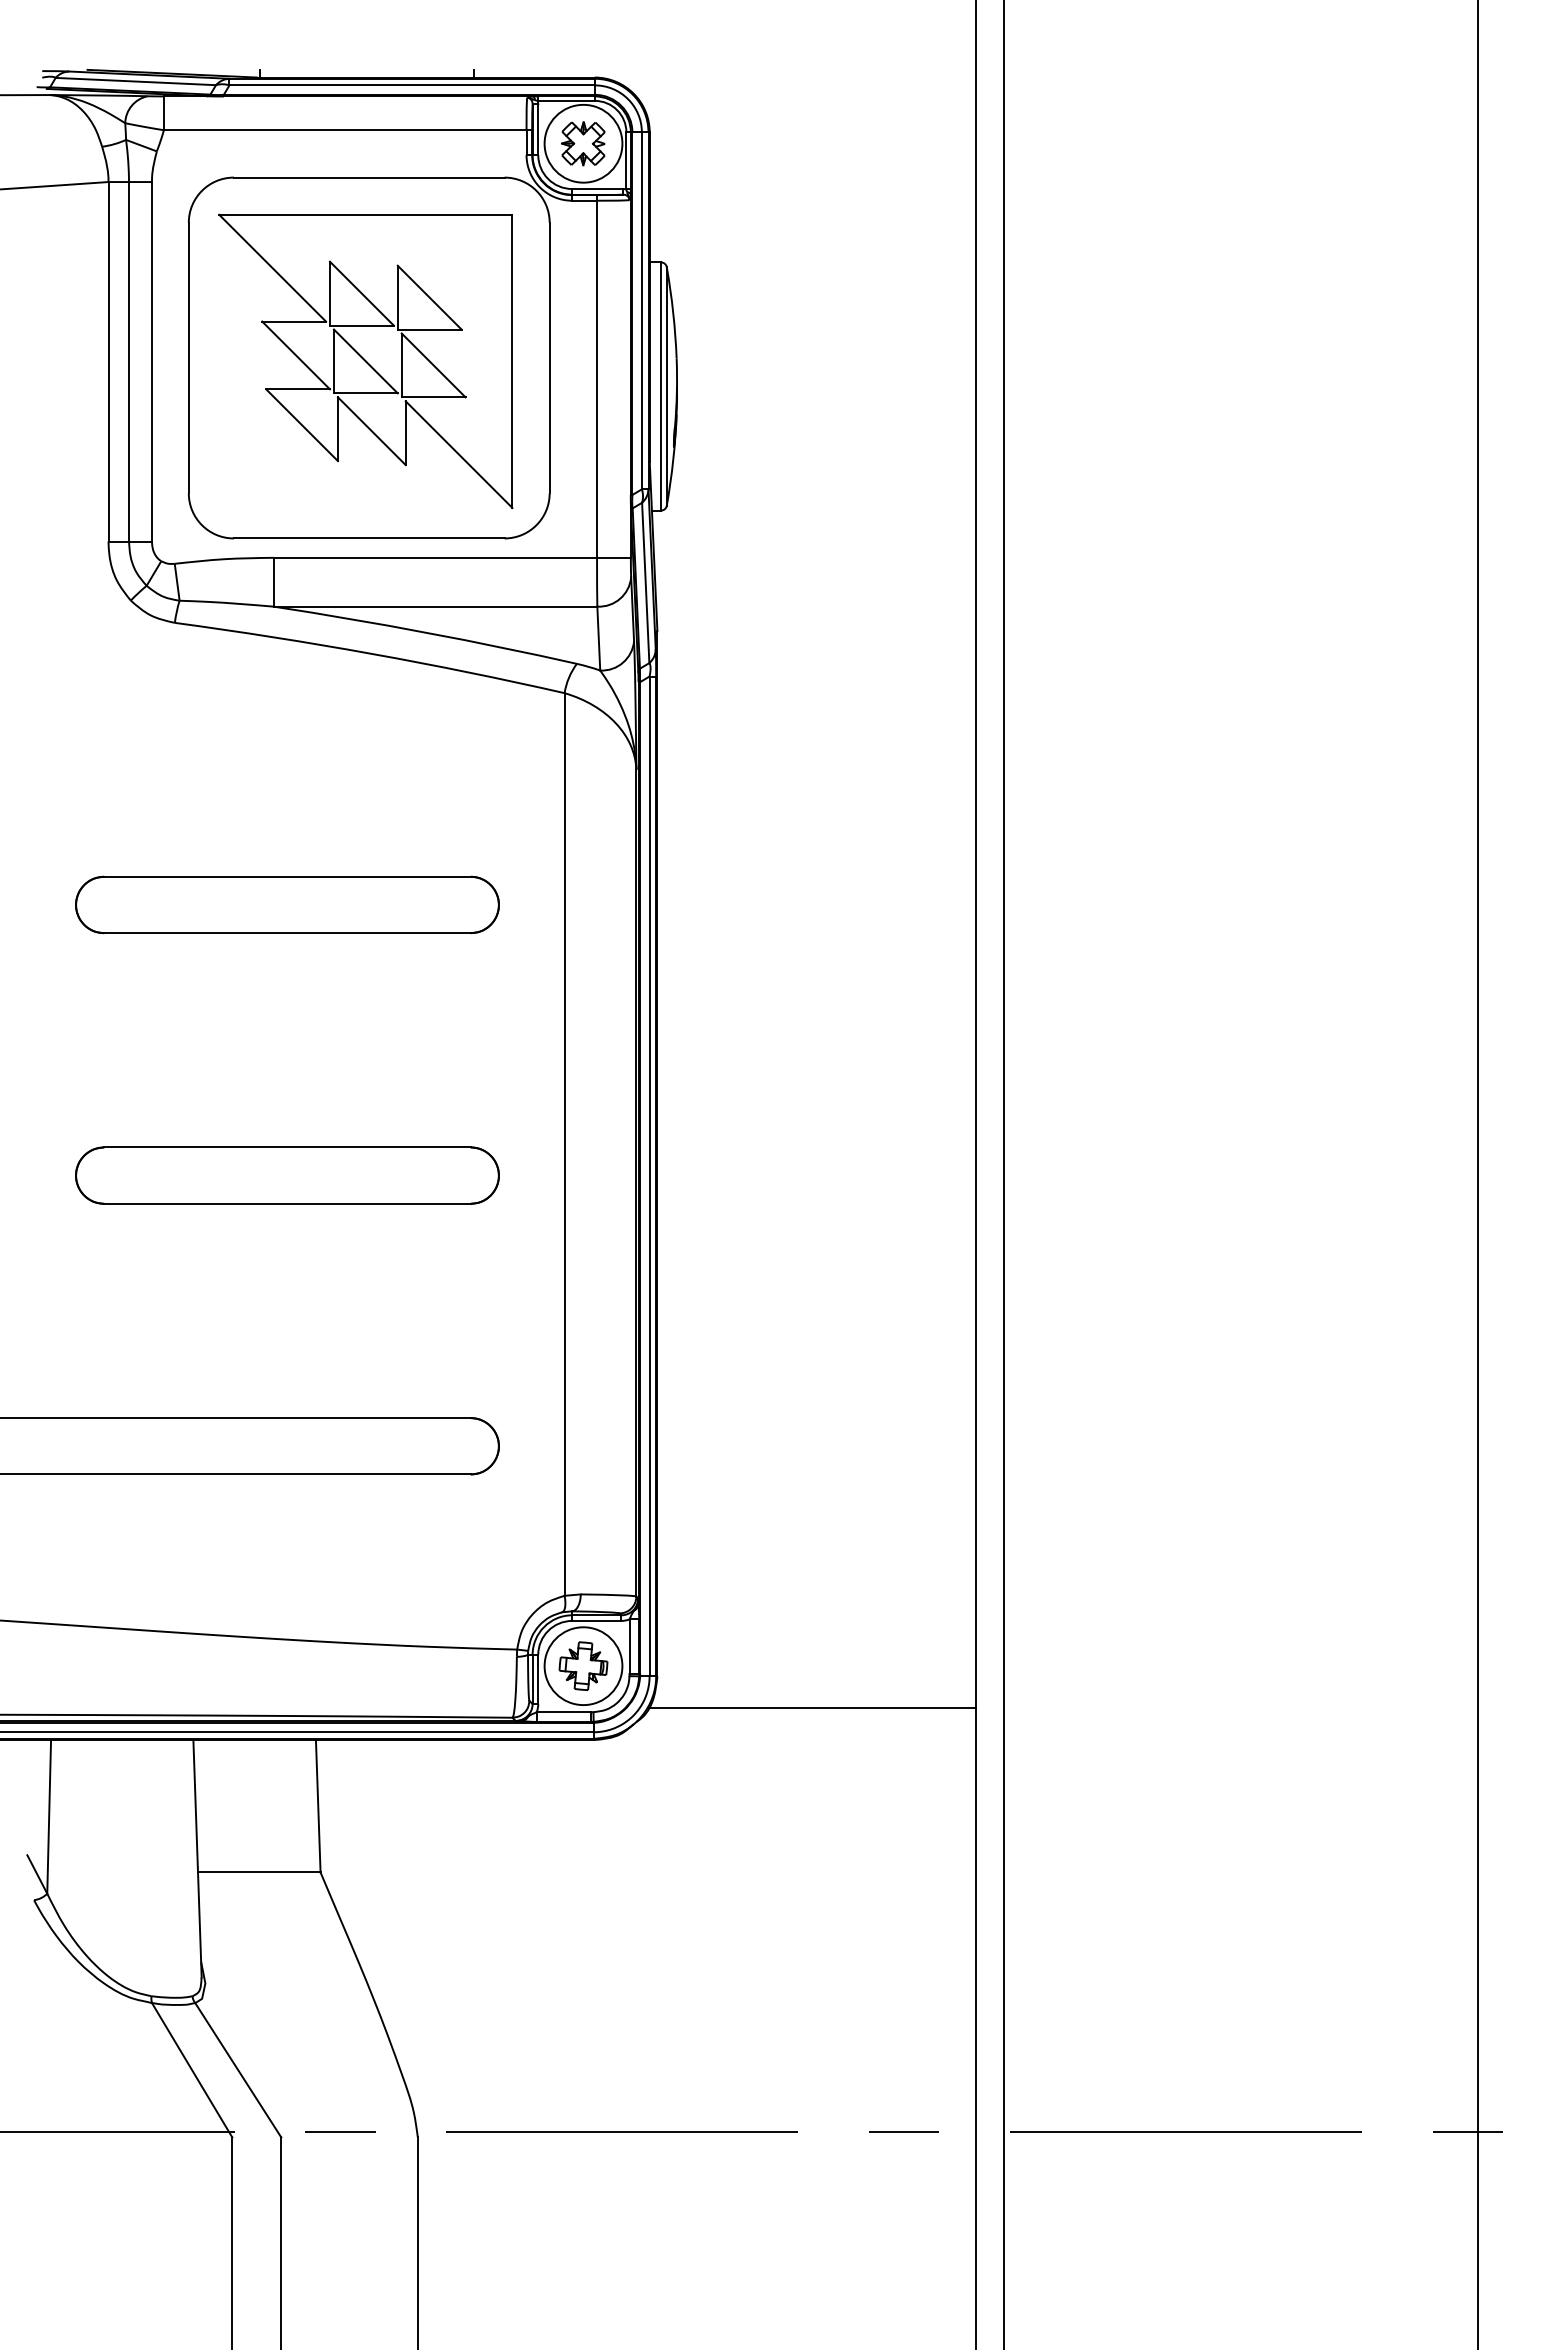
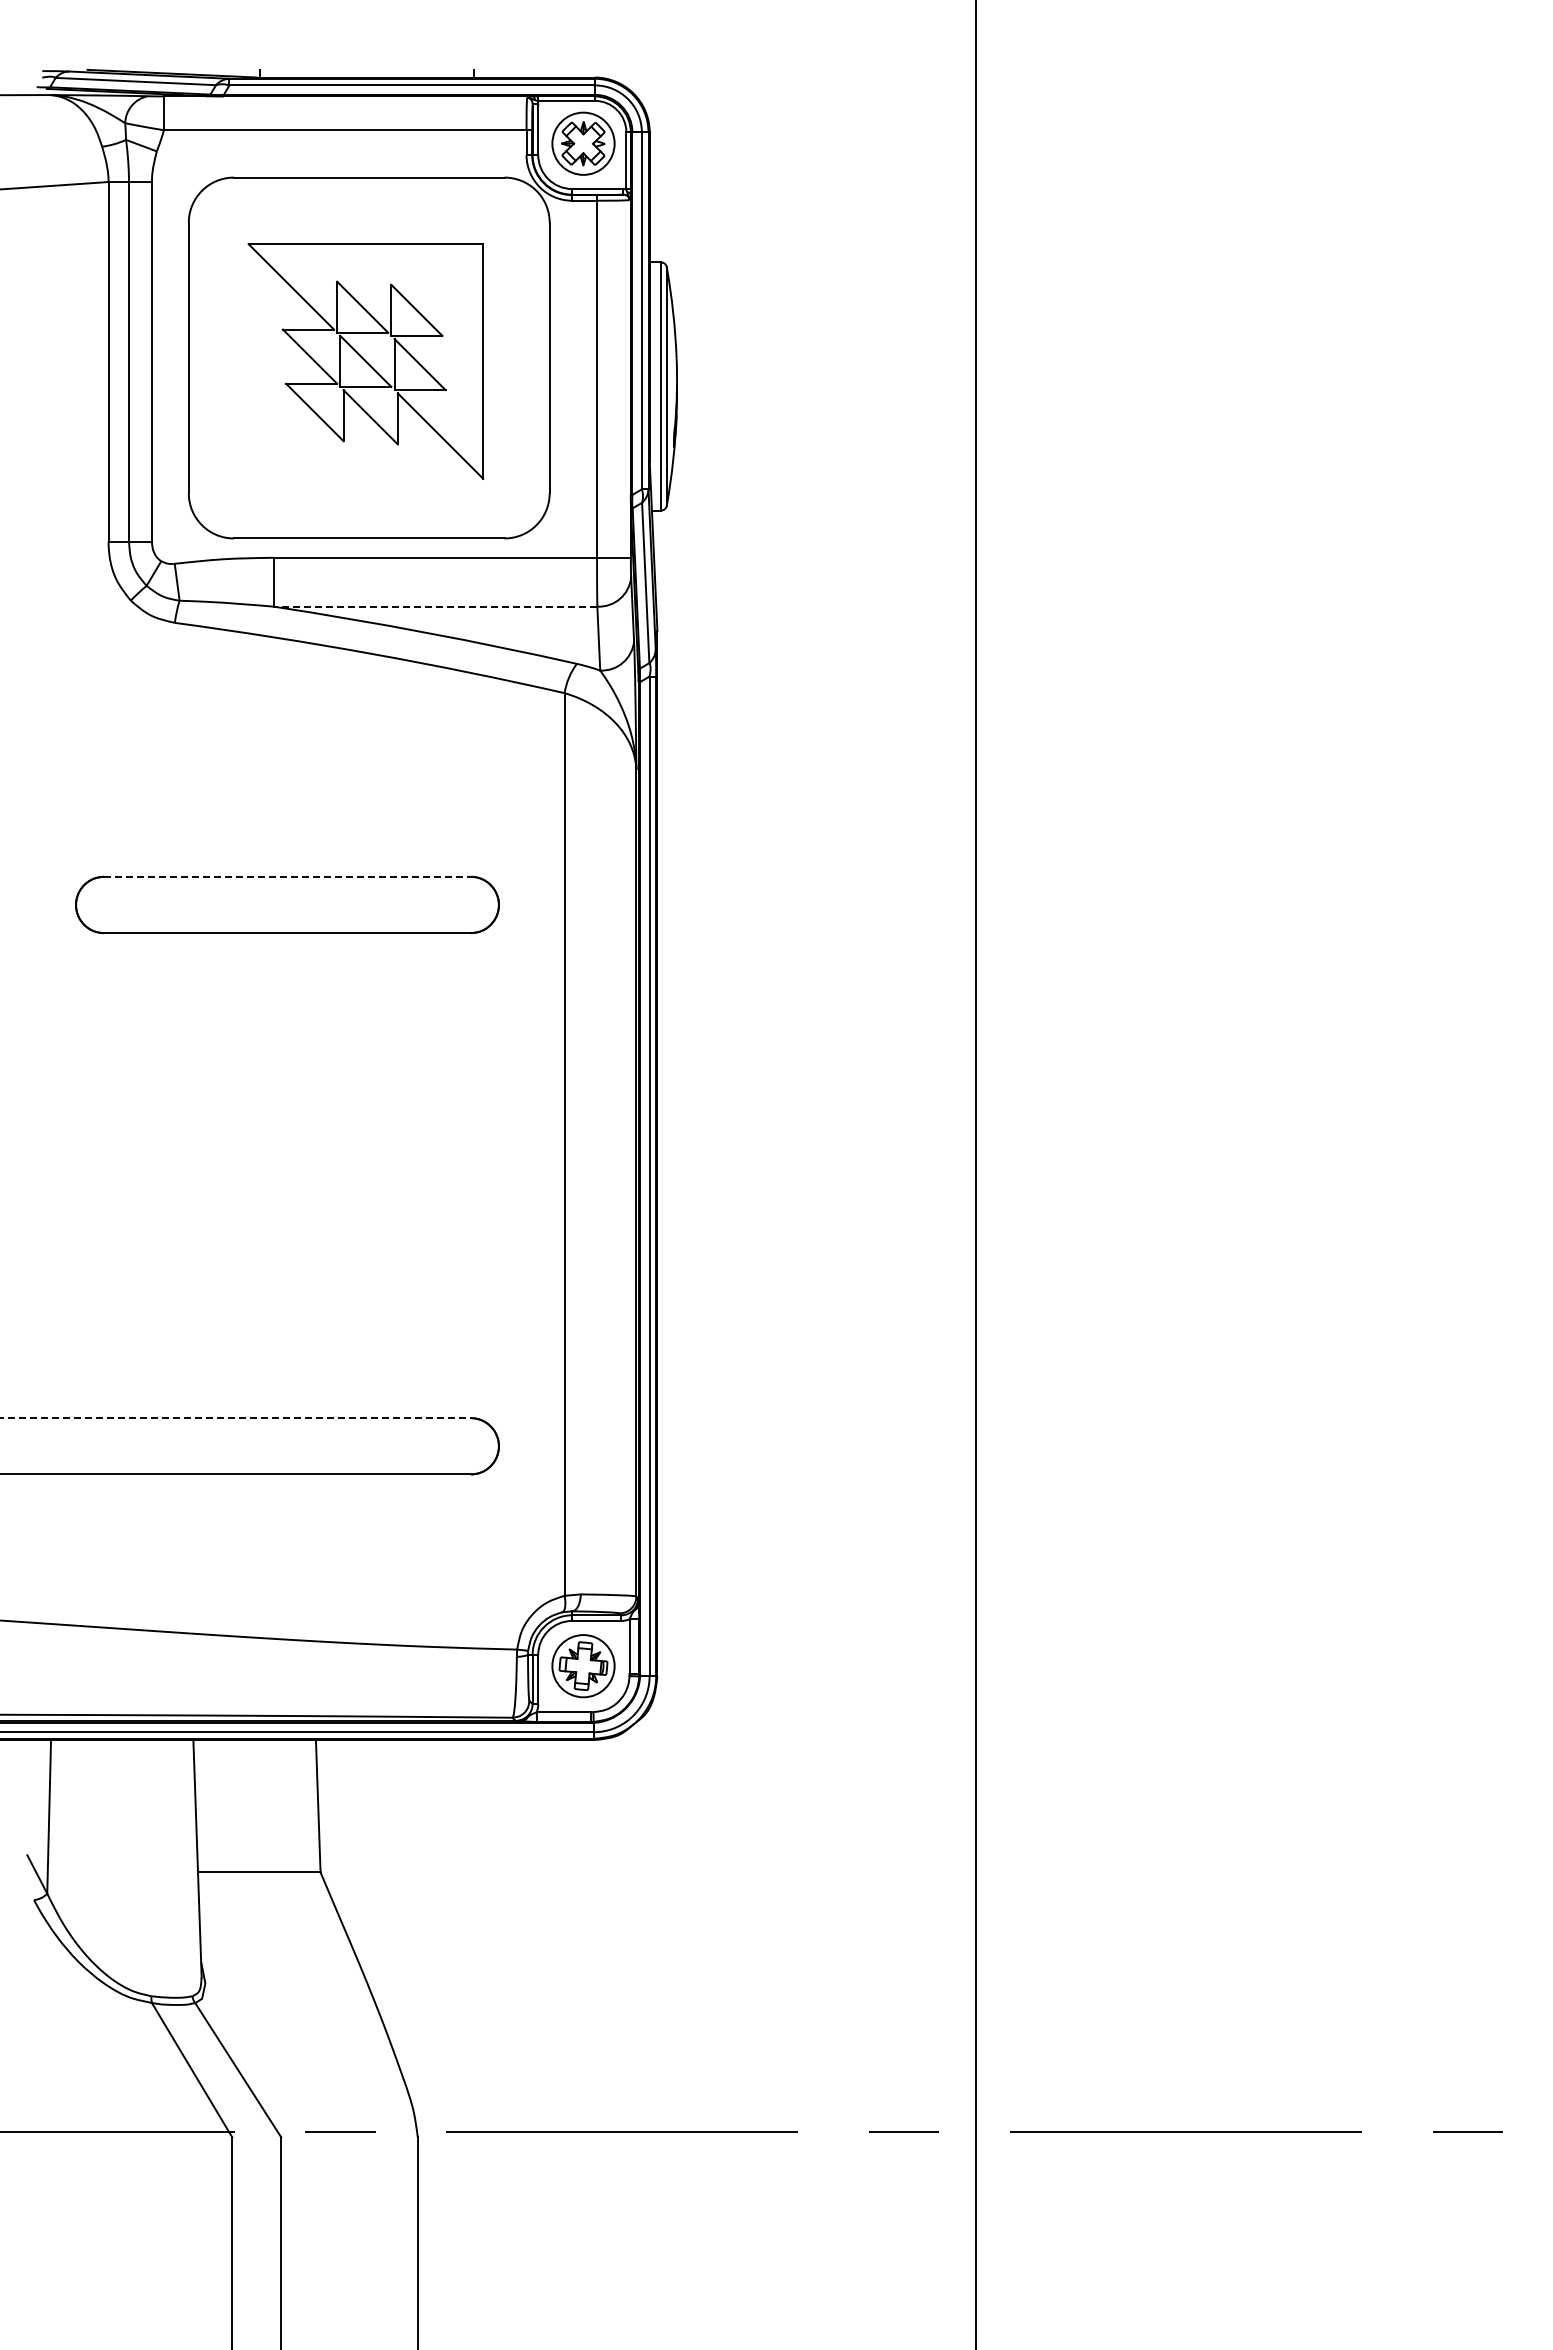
circle at (583, 143) diameter: 78 px -> 62 px
part at (365, 361) size: 296x297 px -> 238x237 px
line at (435, 606): solid -> dashed
line at (287, 876): solid -> dashed
line at (1004, 1174): present -> none
line at (1478, 1174): present -> none
part at (287, 1175): present -> none
line at (235, 1418): solid -> dashed
circle at (583, 1666) diameter: 78 px -> 62 px
line at (812, 1707): present -> none
